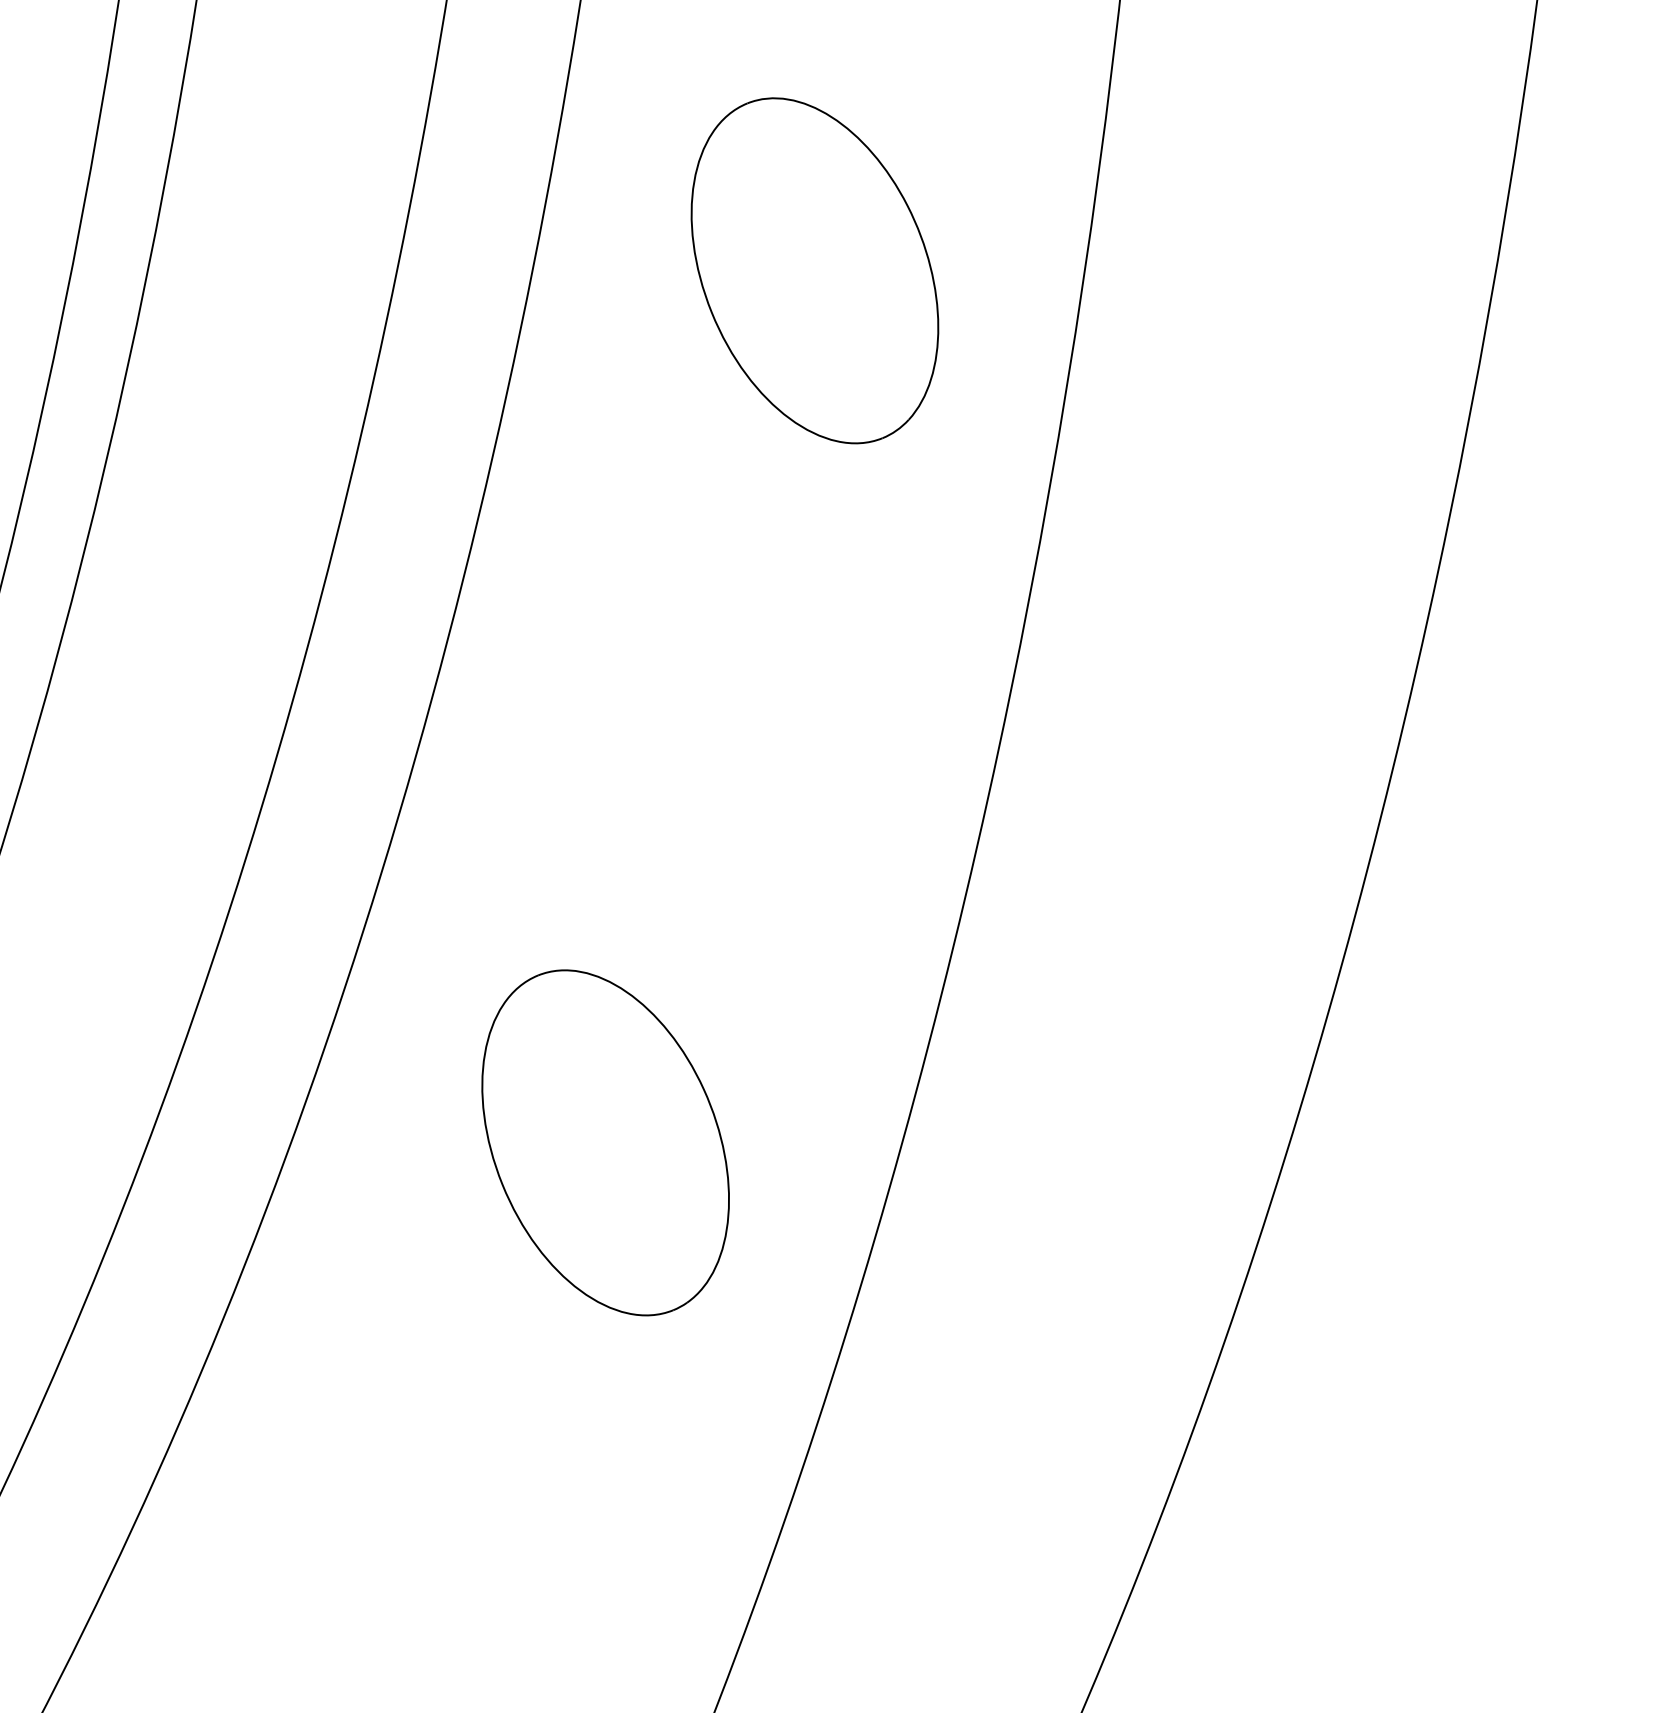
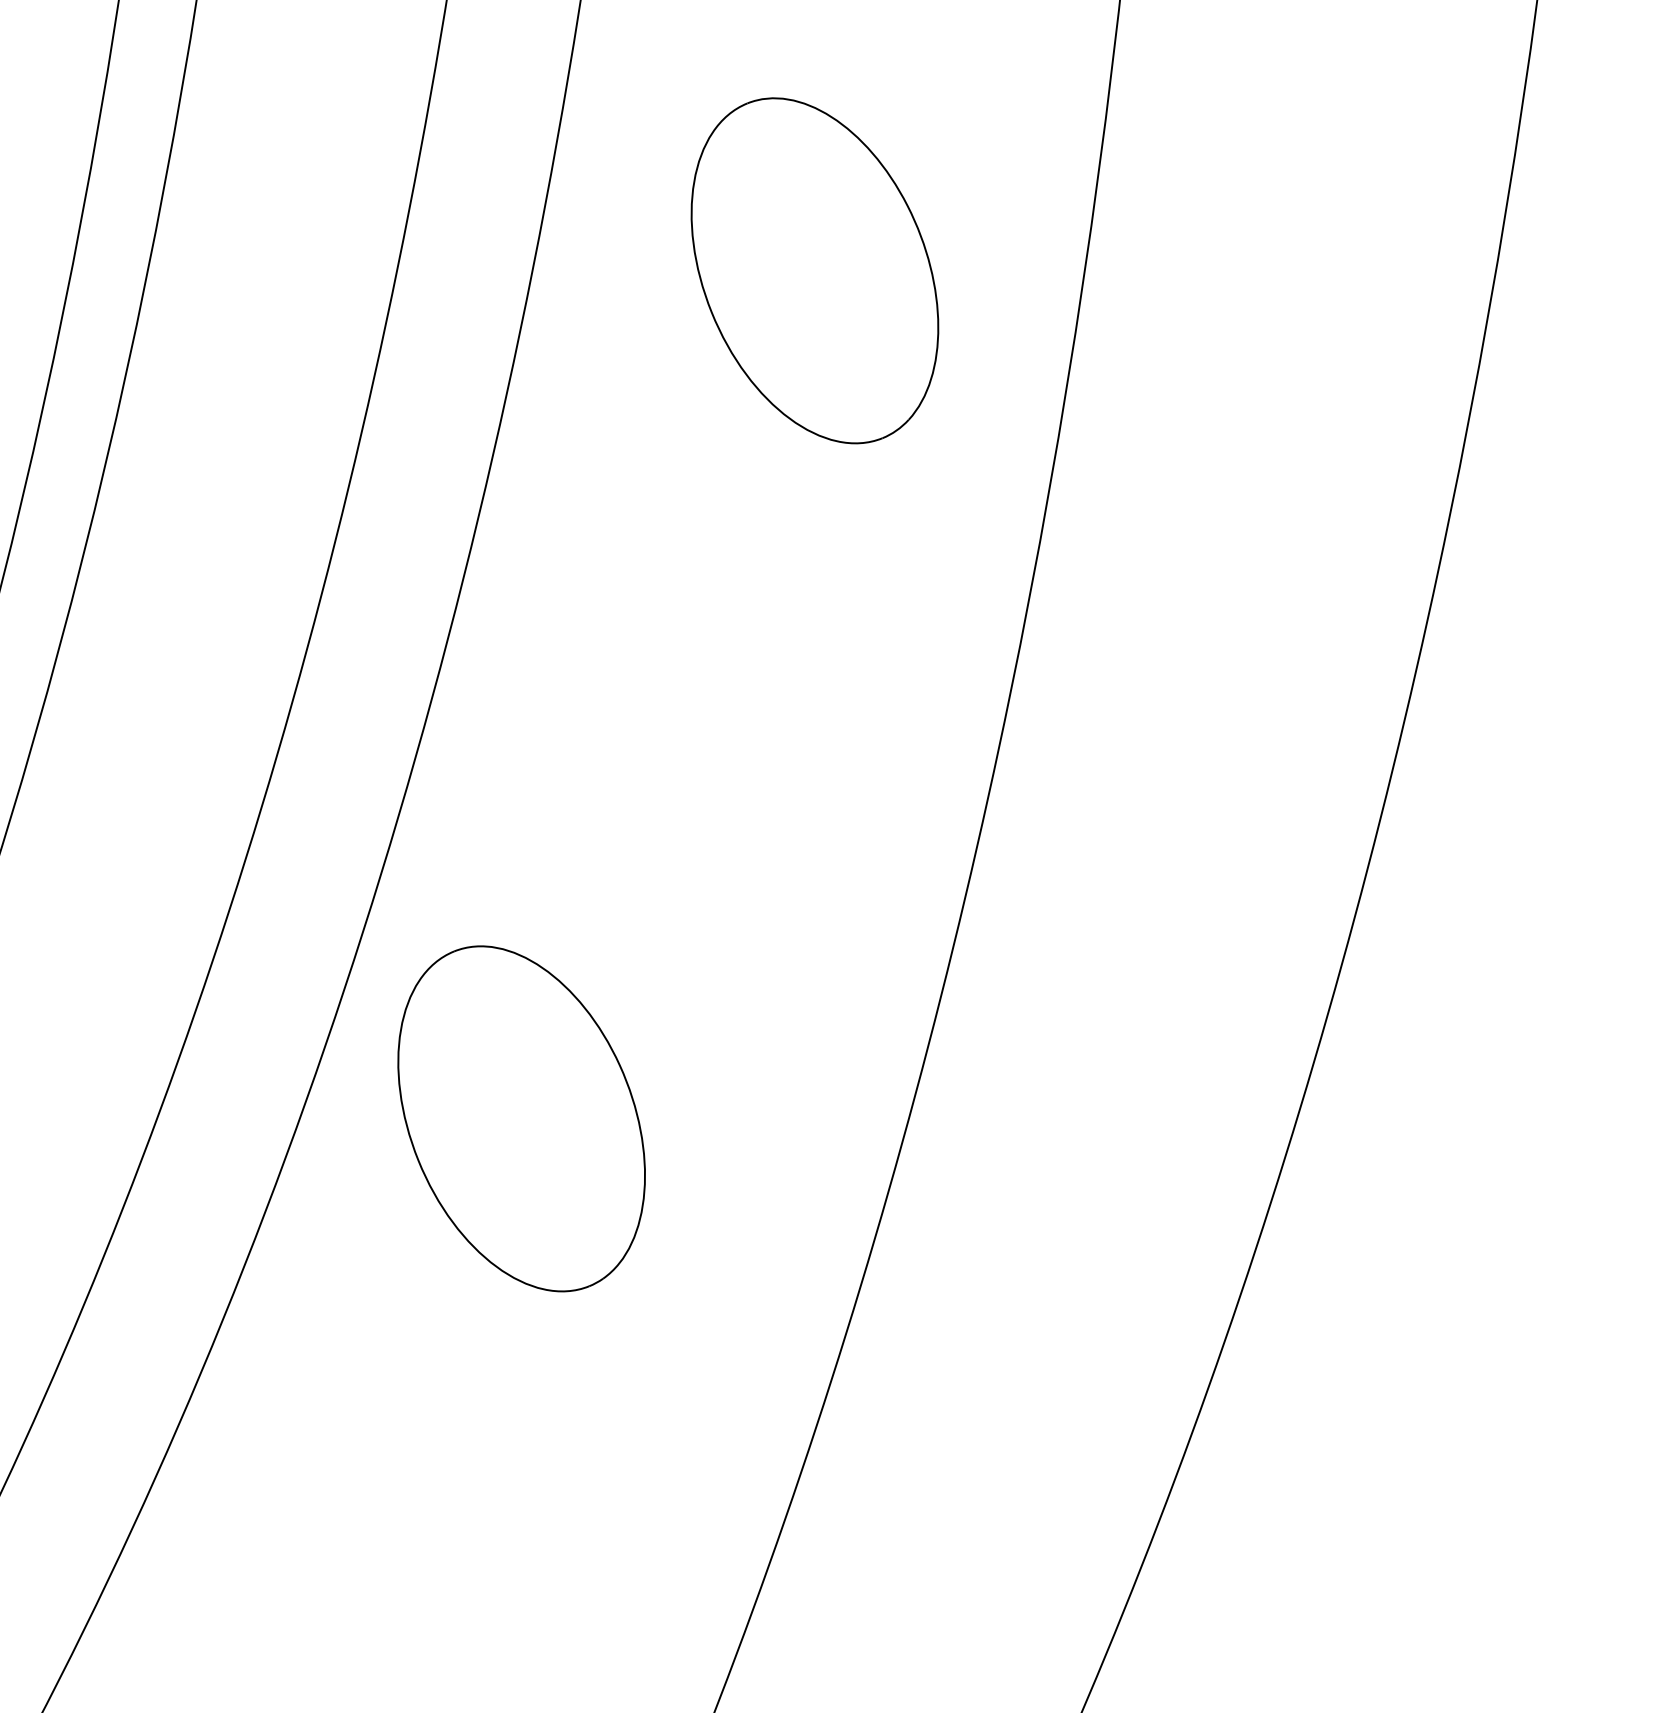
part at (605, 1142) position: (605, 1142) -> (521, 1118)
